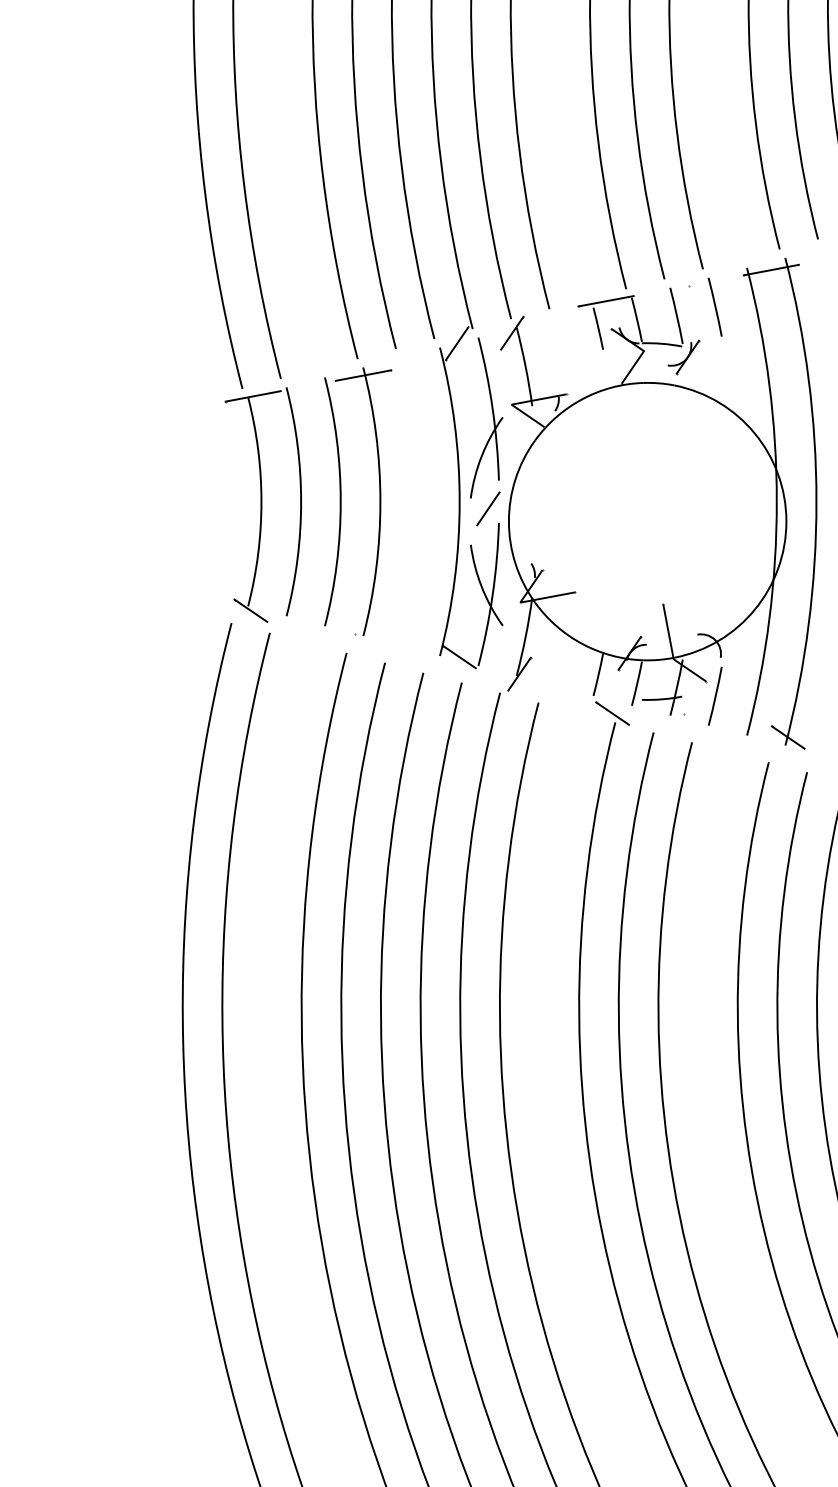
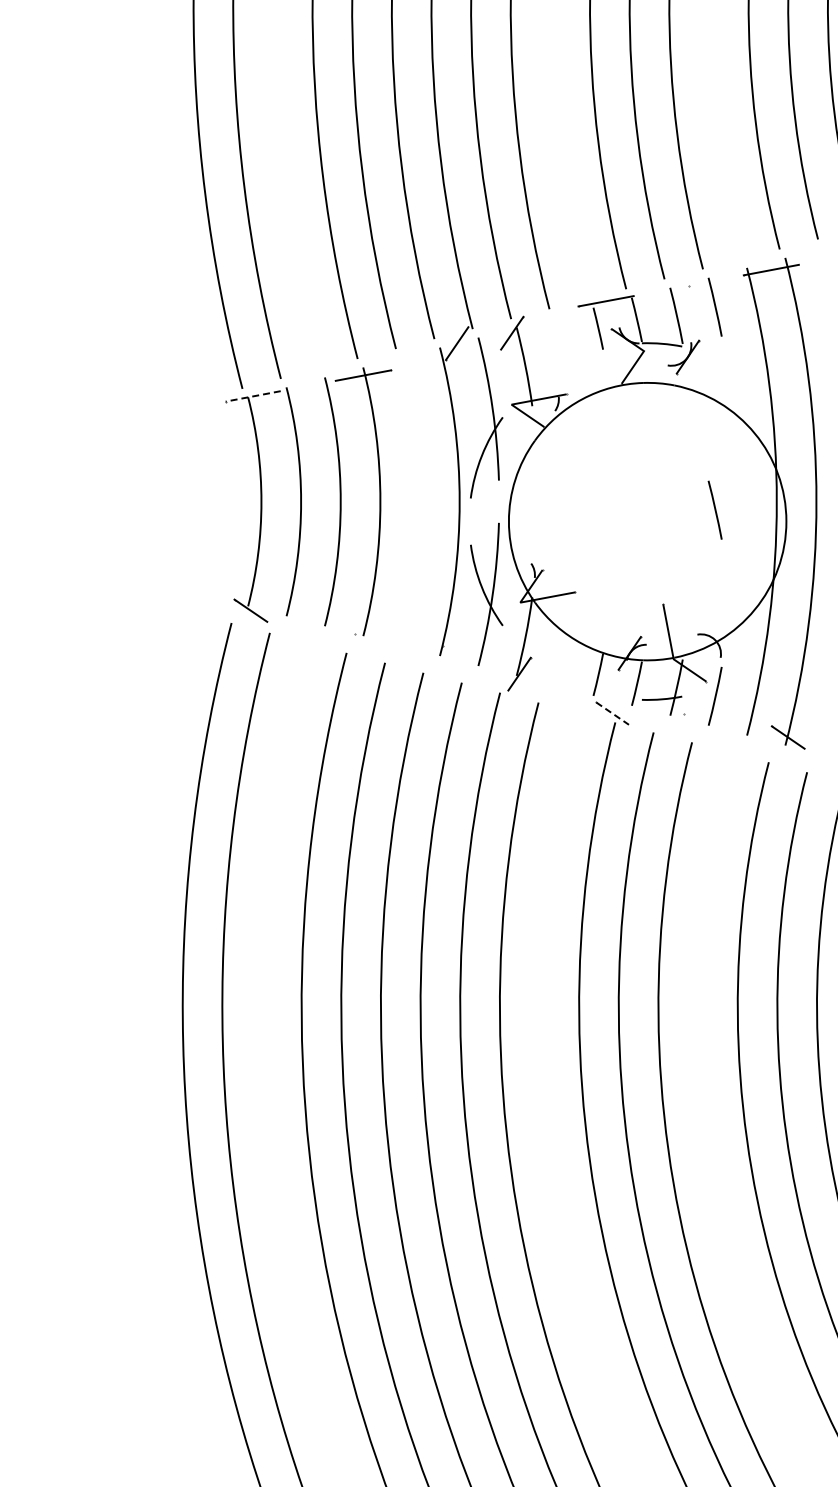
line at (252, 396): solid -> dashed
line at (488, 508): present -> none
line at (714, 509): none -> present
line at (458, 656): present -> none
line at (612, 713): solid -> dashed
